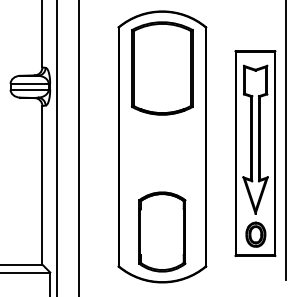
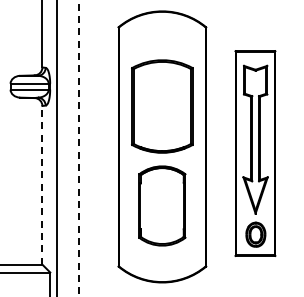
part at (162, 68) position: (162, 68) -> (162, 106)
line at (286, 140): present -> none
line at (78, 148): solid -> dashed
line at (42, 184): solid -> dashed
part at (162, 231) position: (162, 231) -> (162, 205)
